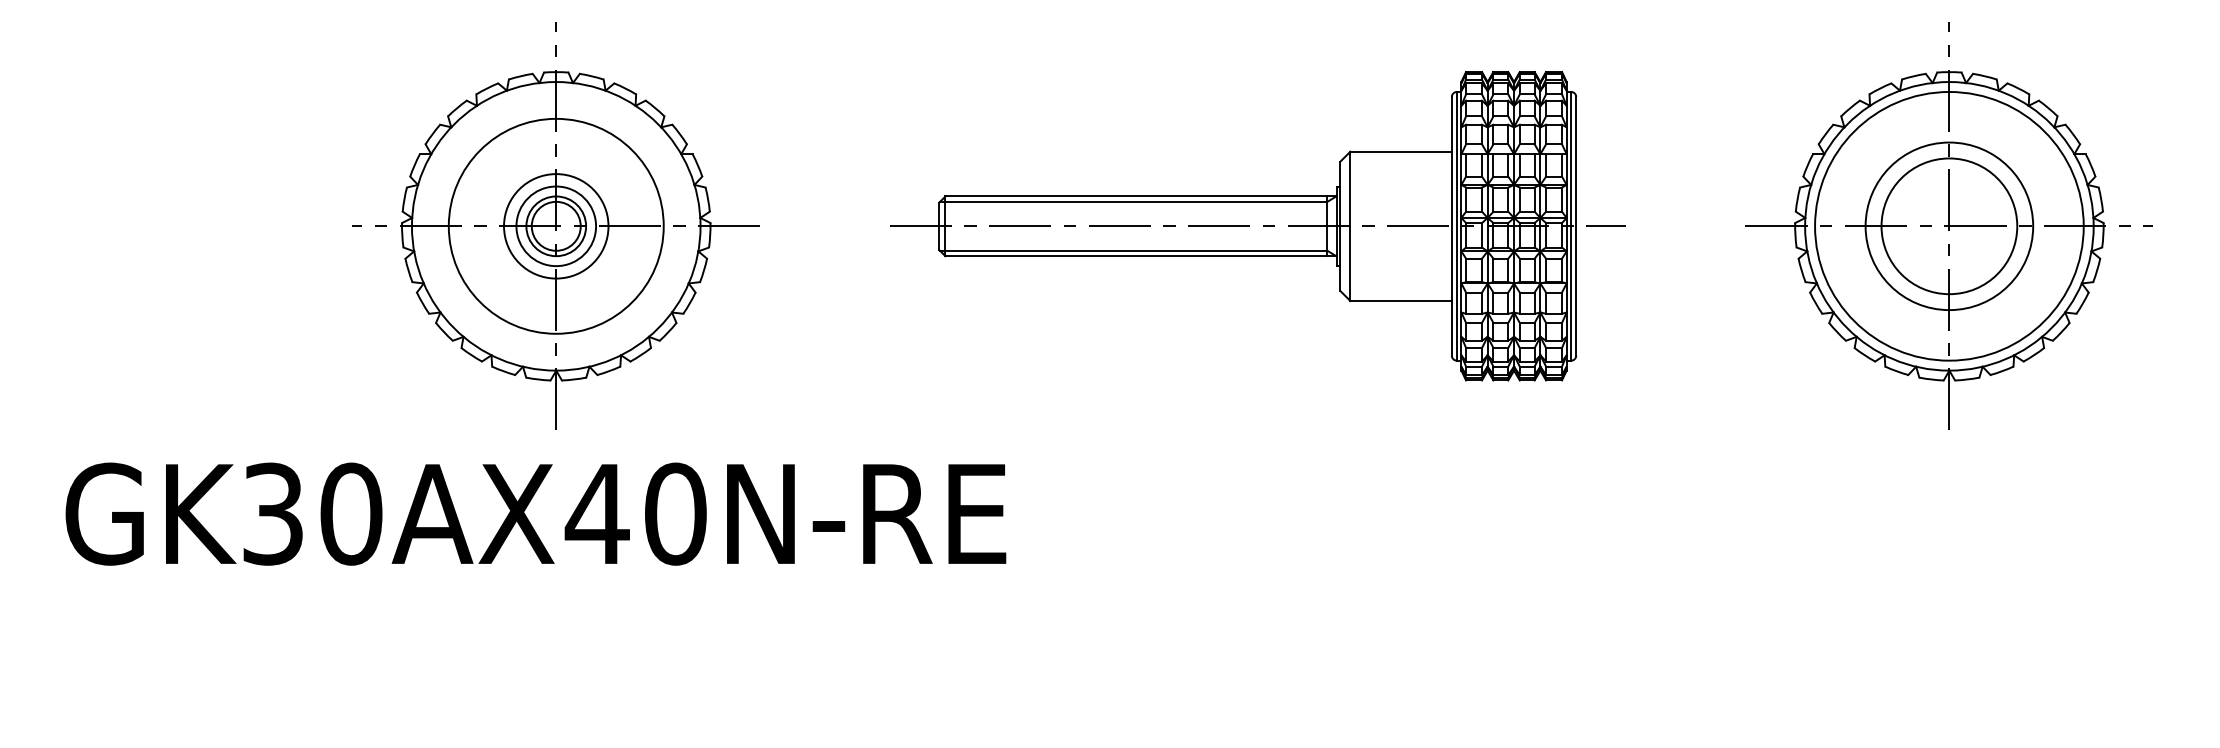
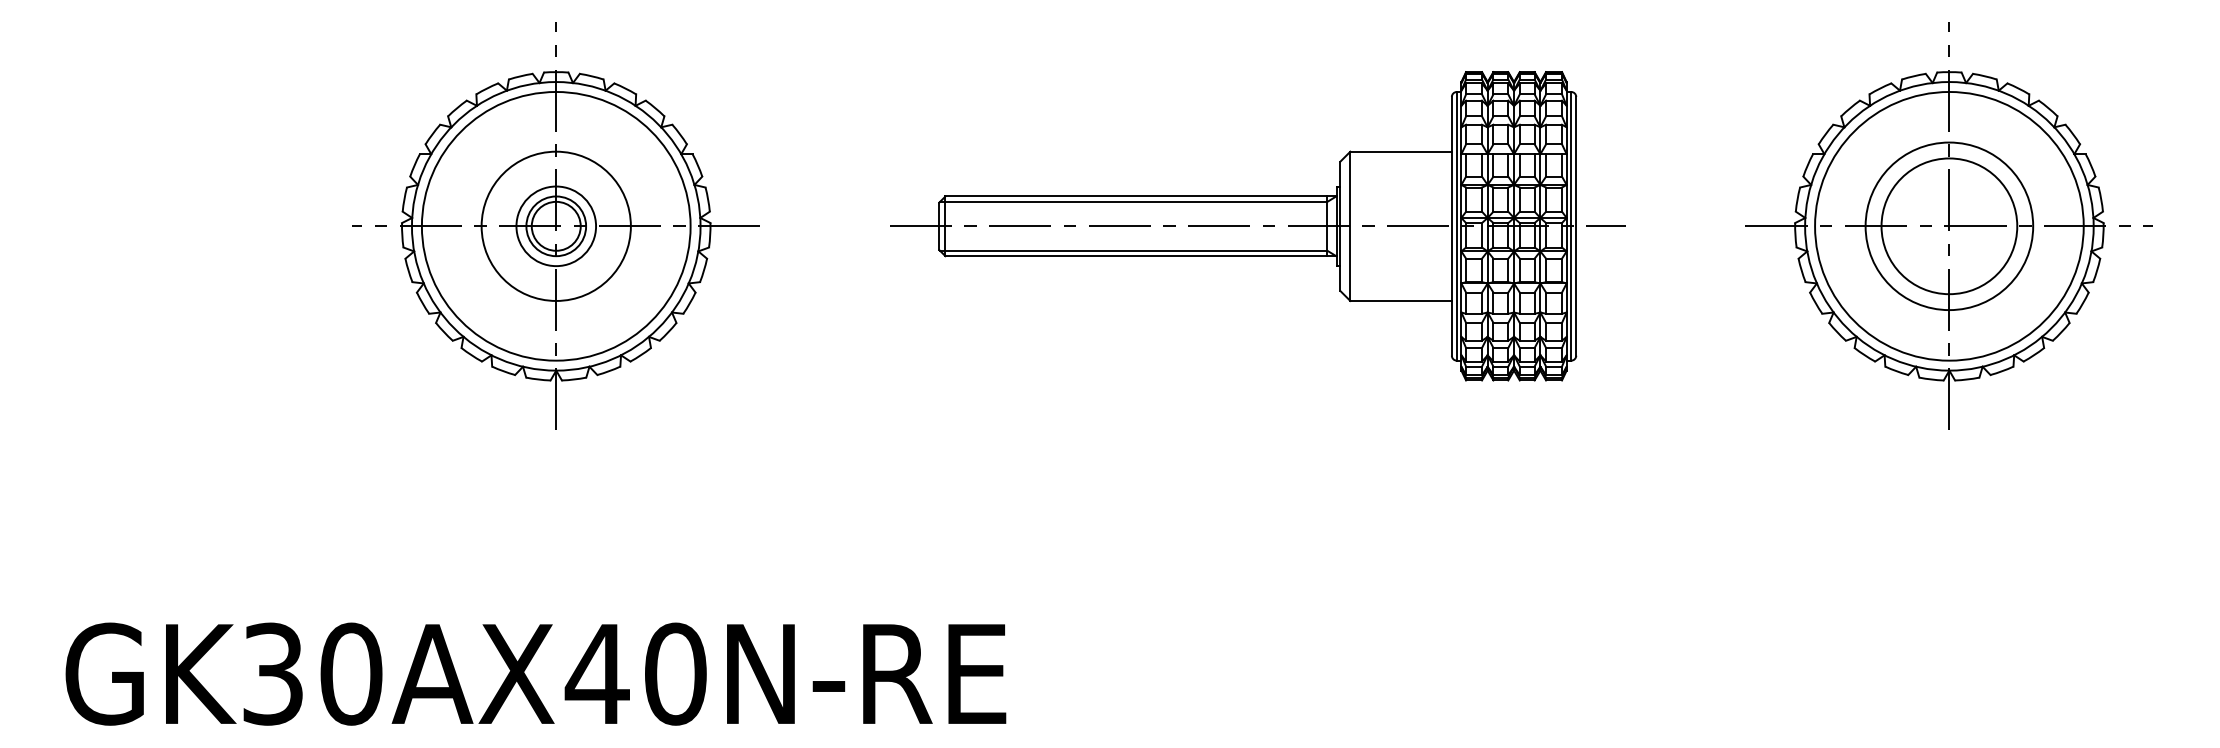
circle at (555, 225) diameter: 215 px -> 269 px
circle at (556, 226) diameter: 104 px -> 149 px
text at (535, 513) position: (535, 513) -> (535, 673)
